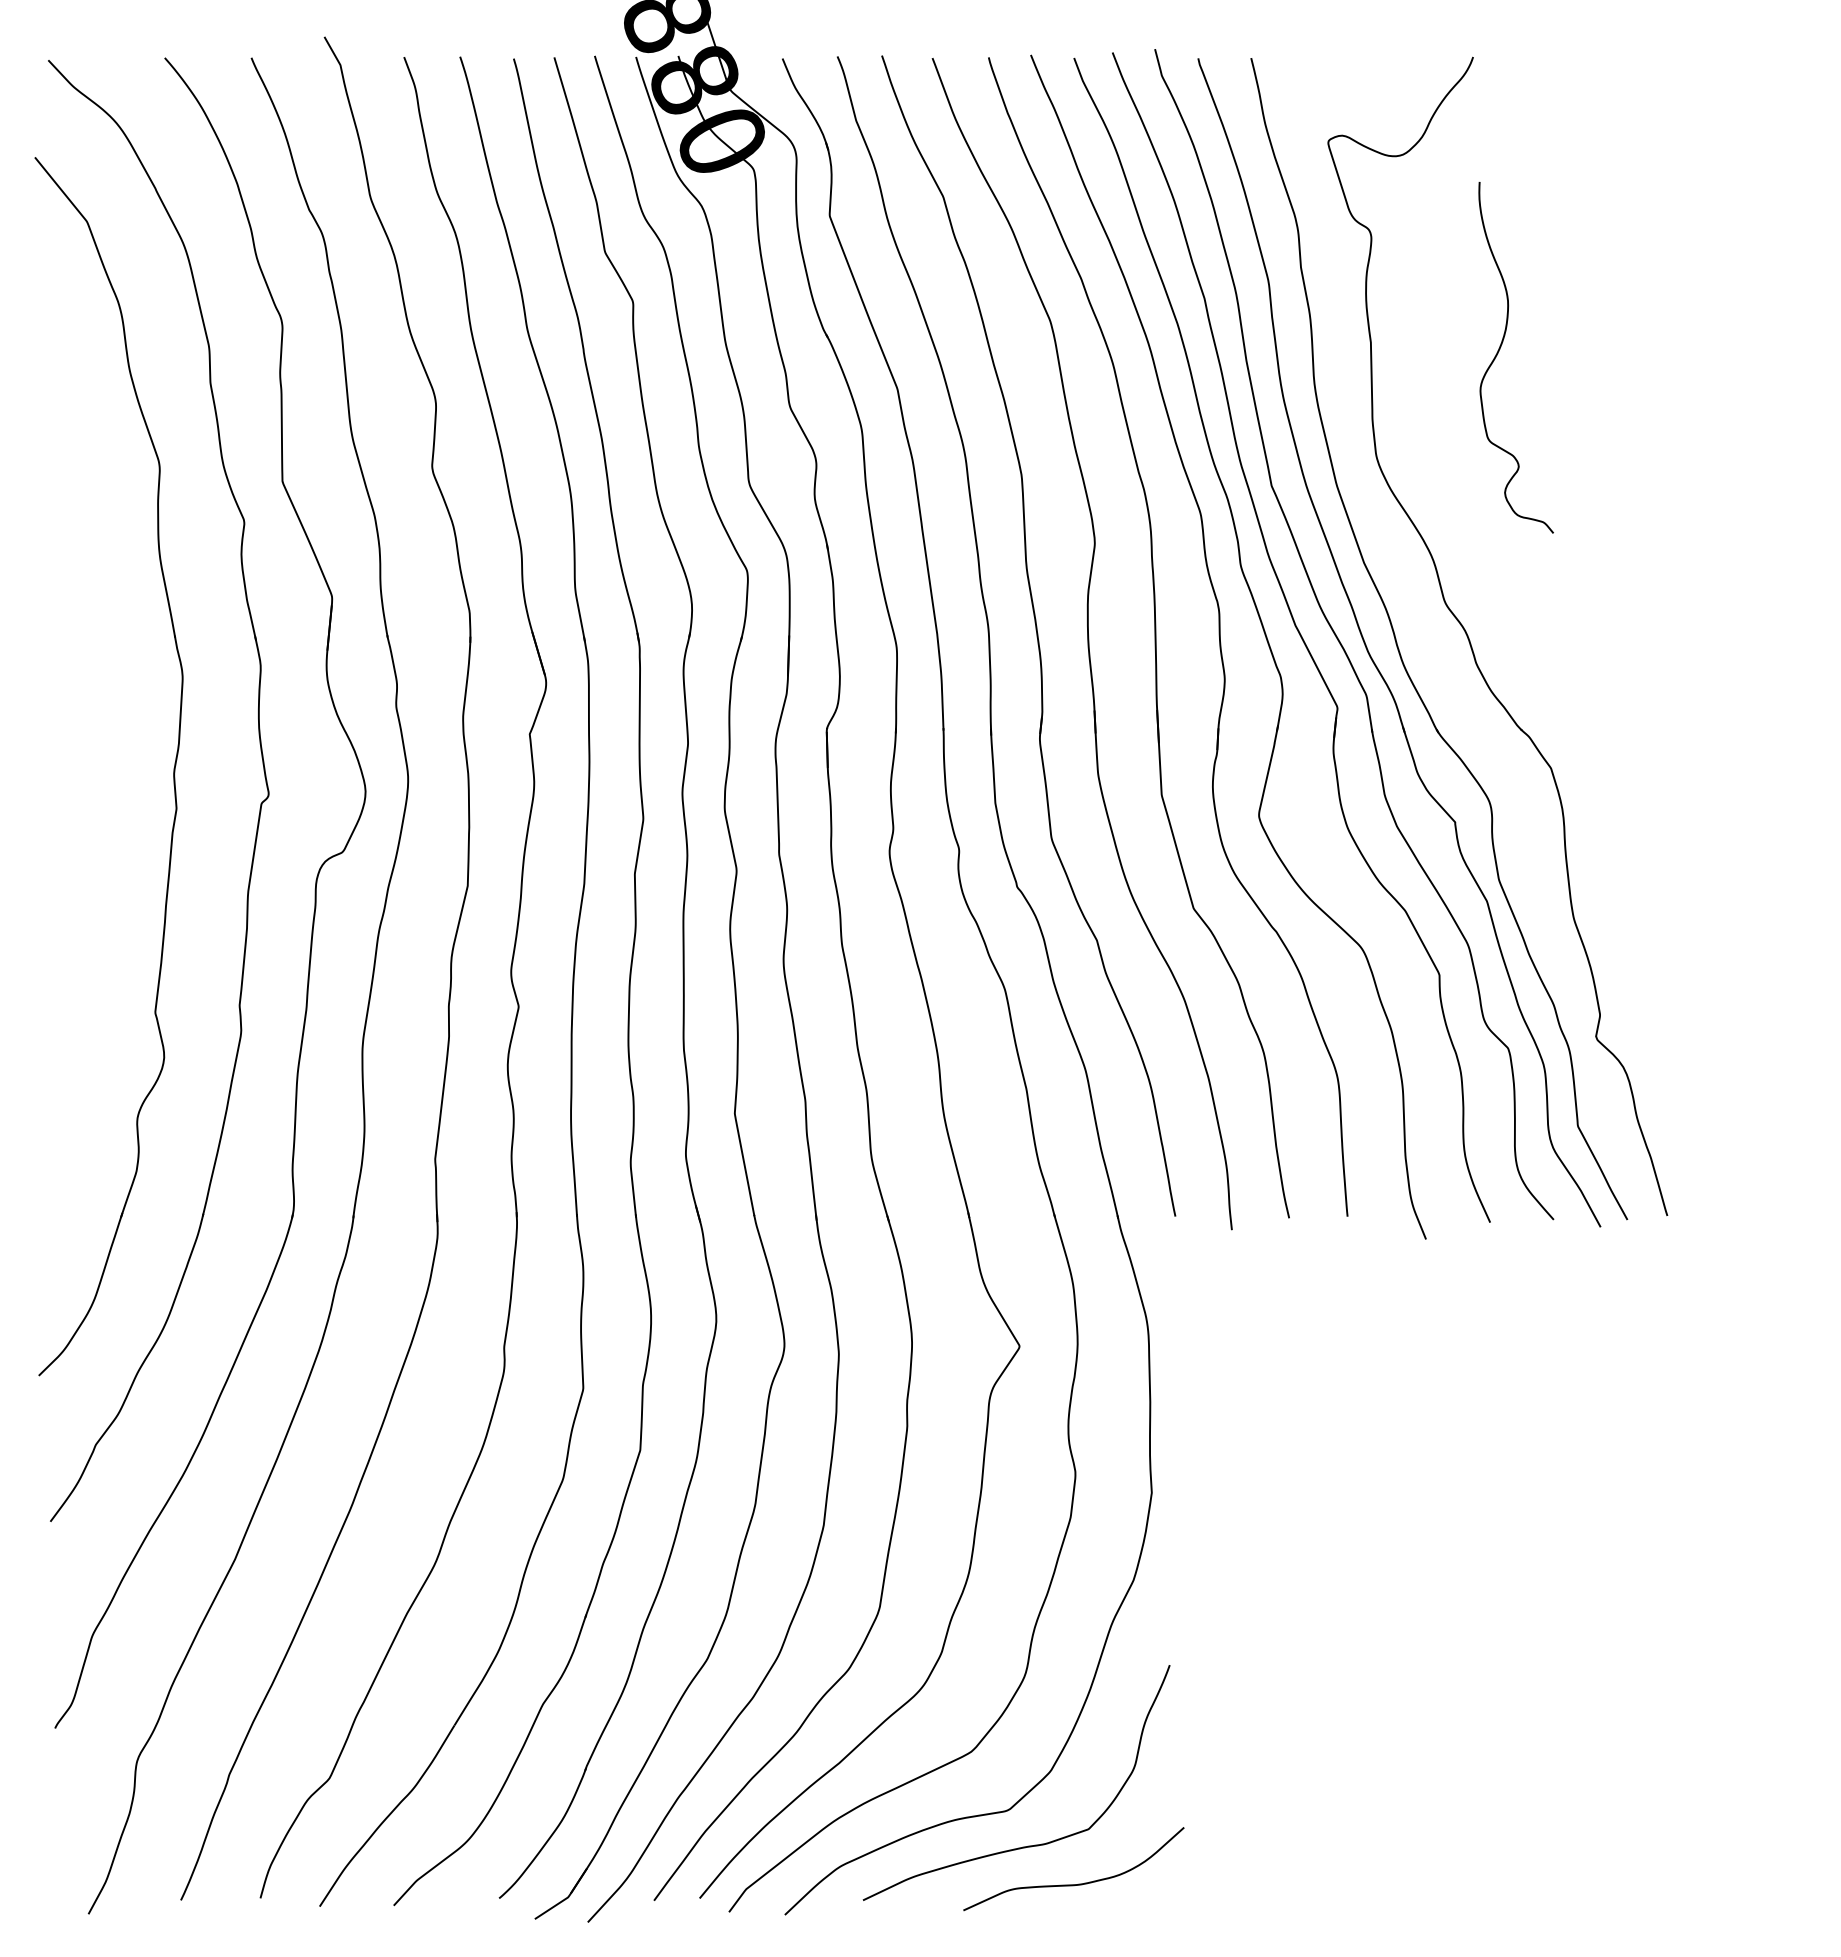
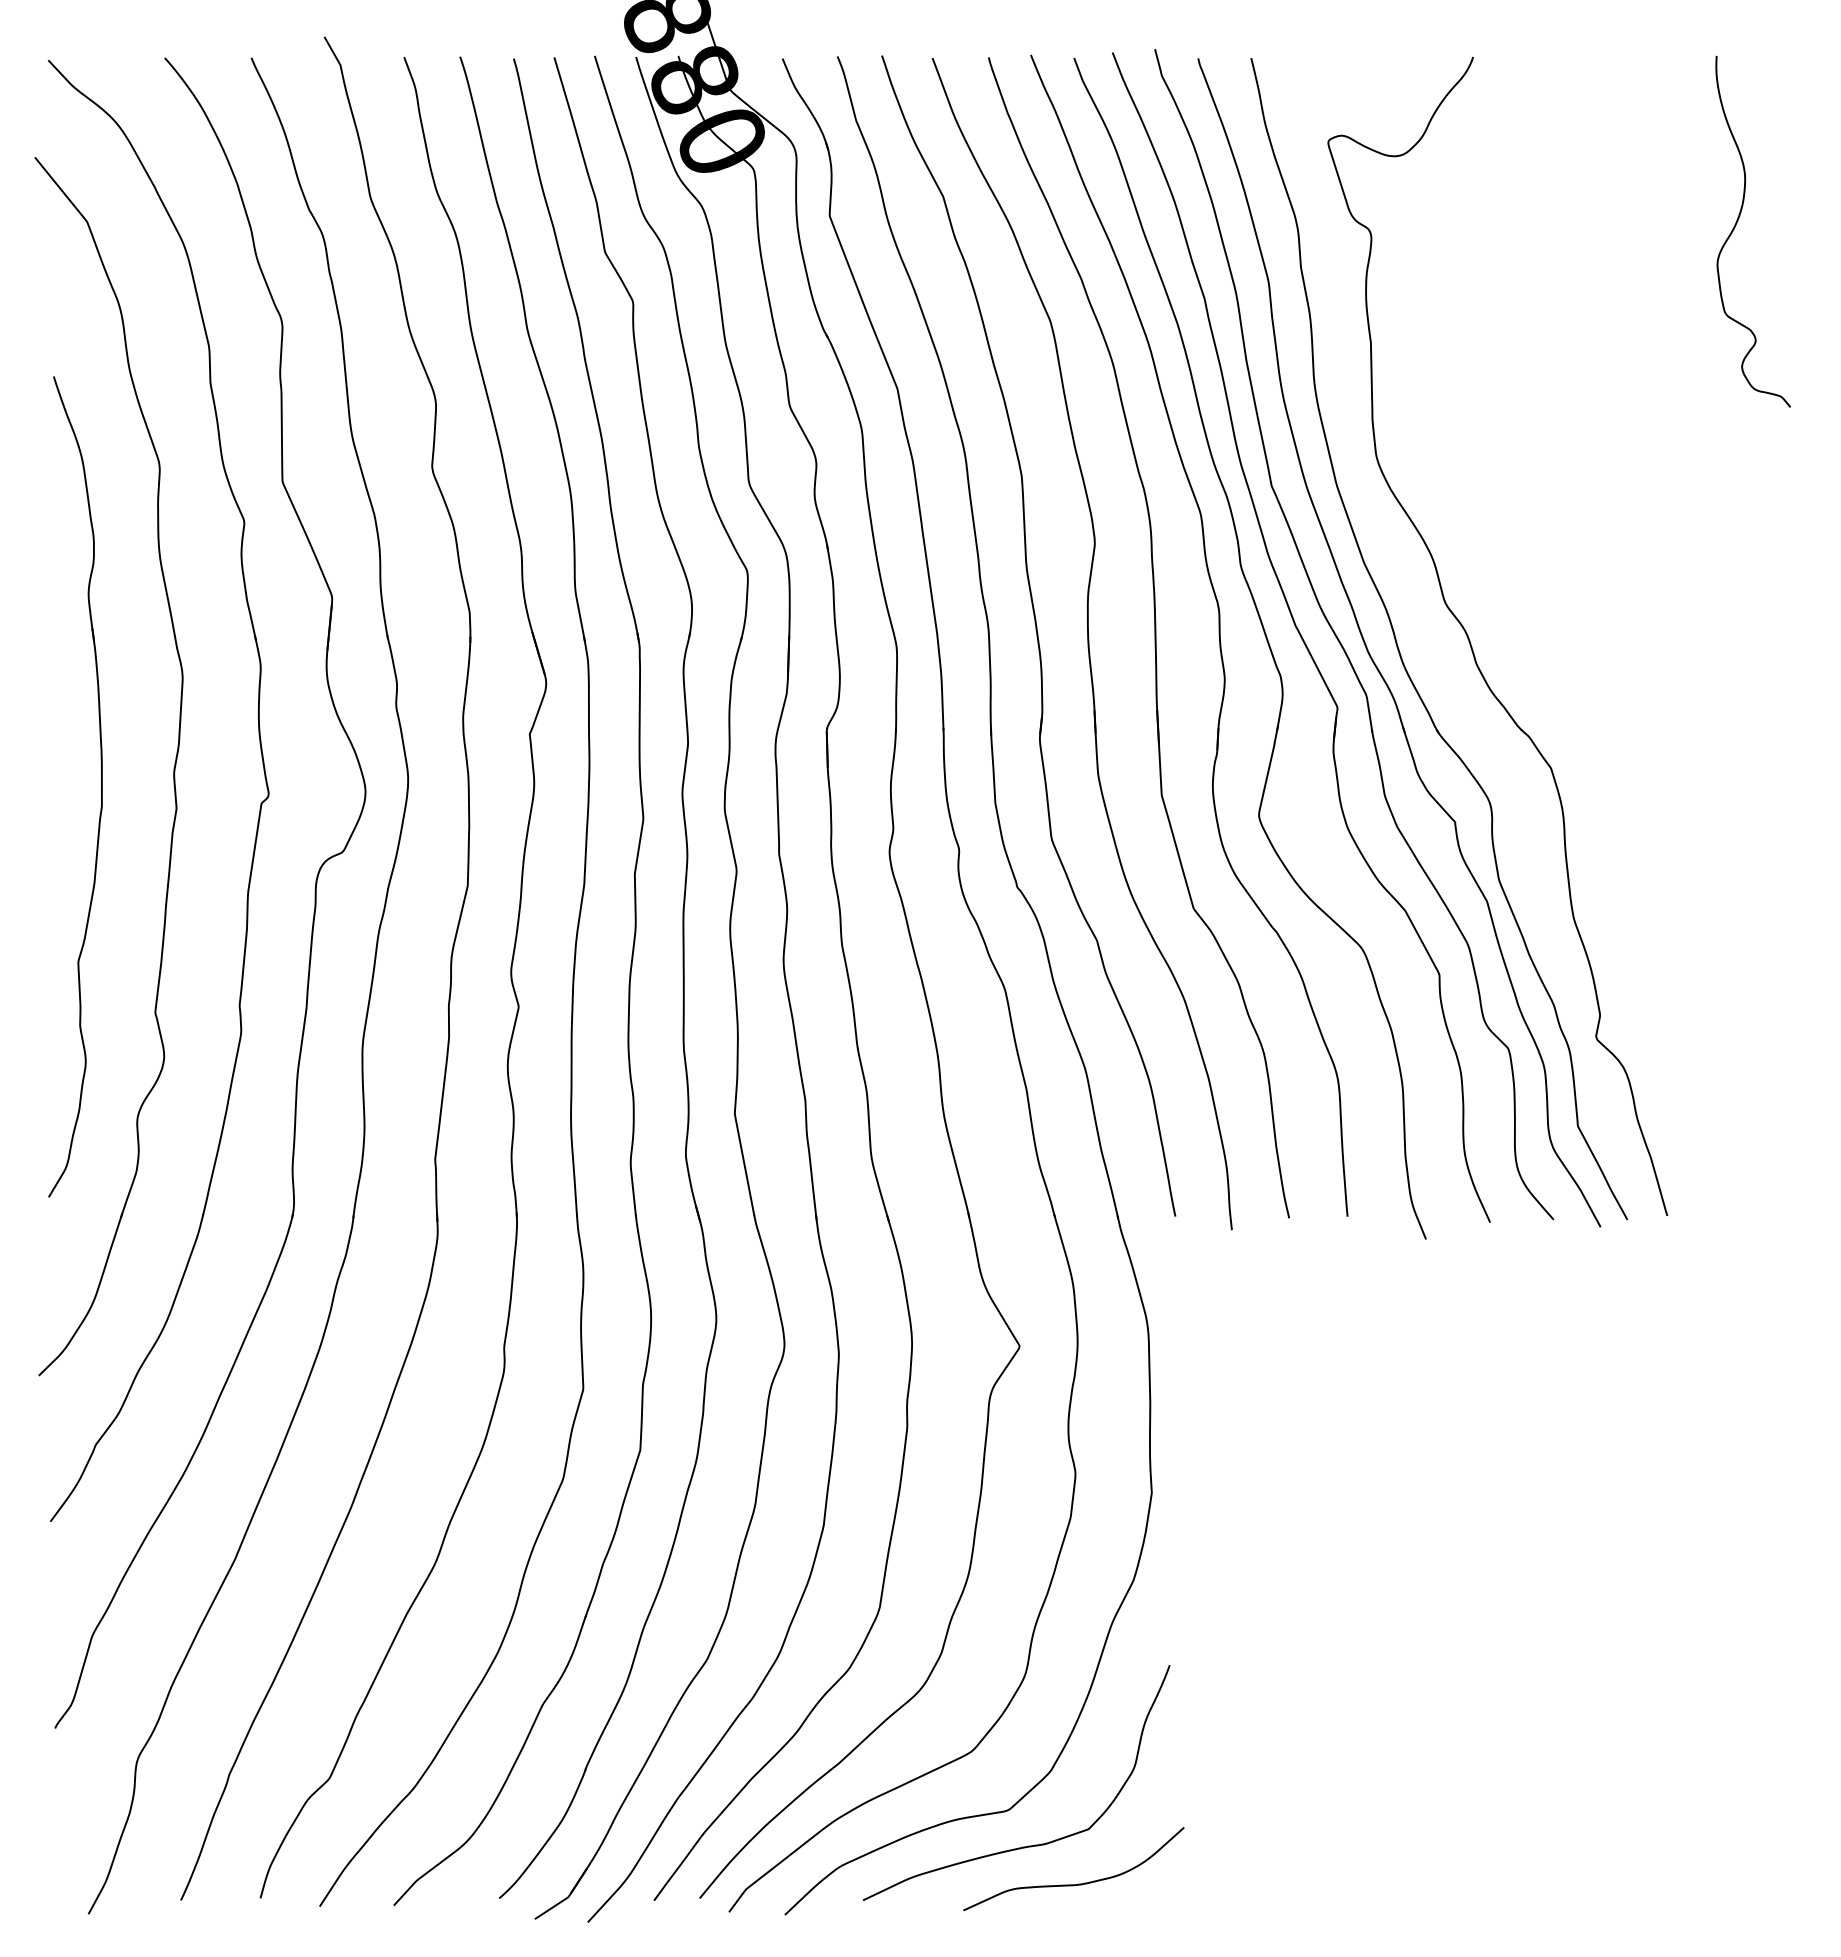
curve at (1500, 349) position: (1500, 349) -> (1737, 223)
part at (101, 786): none -> present
